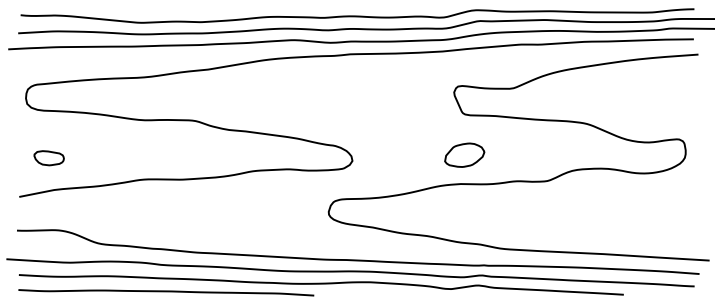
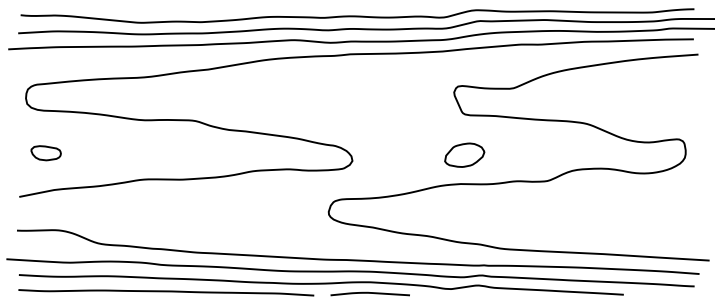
part at (48, 158) position: (48, 158) -> (45, 153)
curve at (369, 293): none -> present
